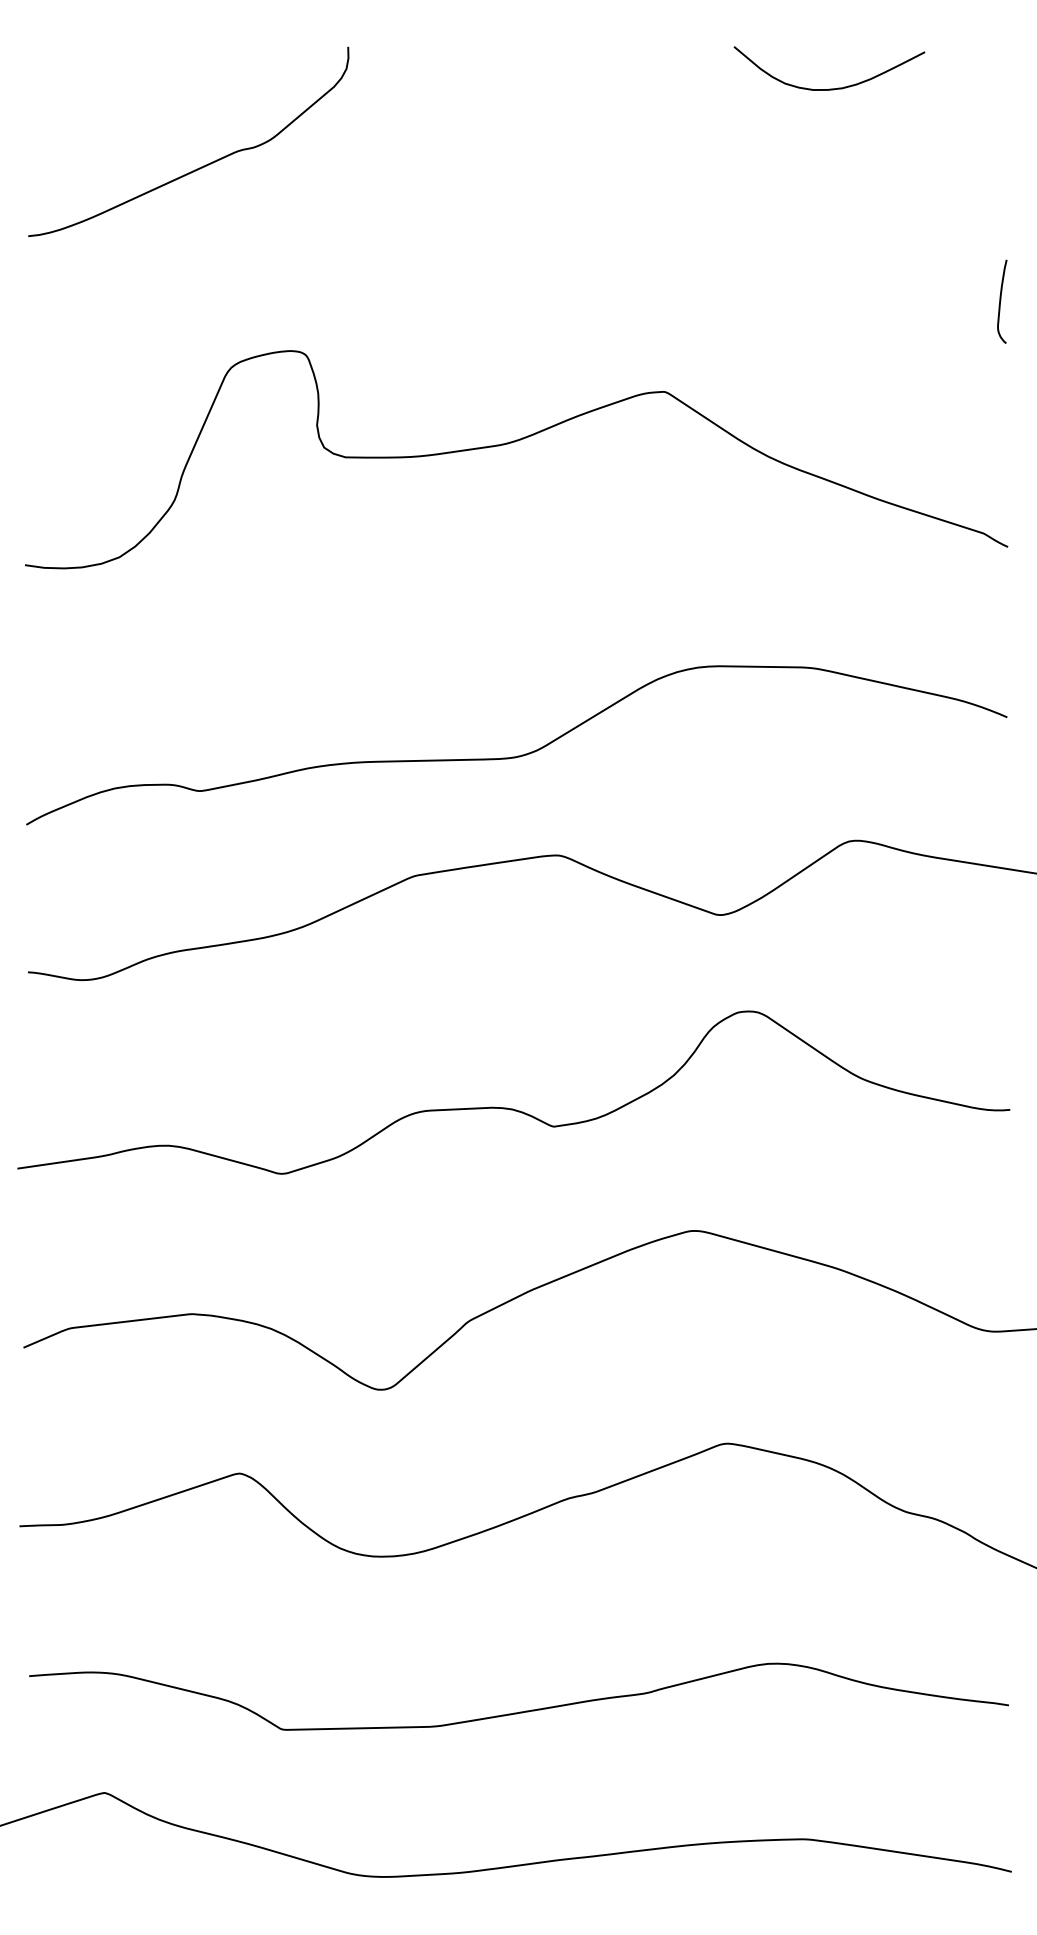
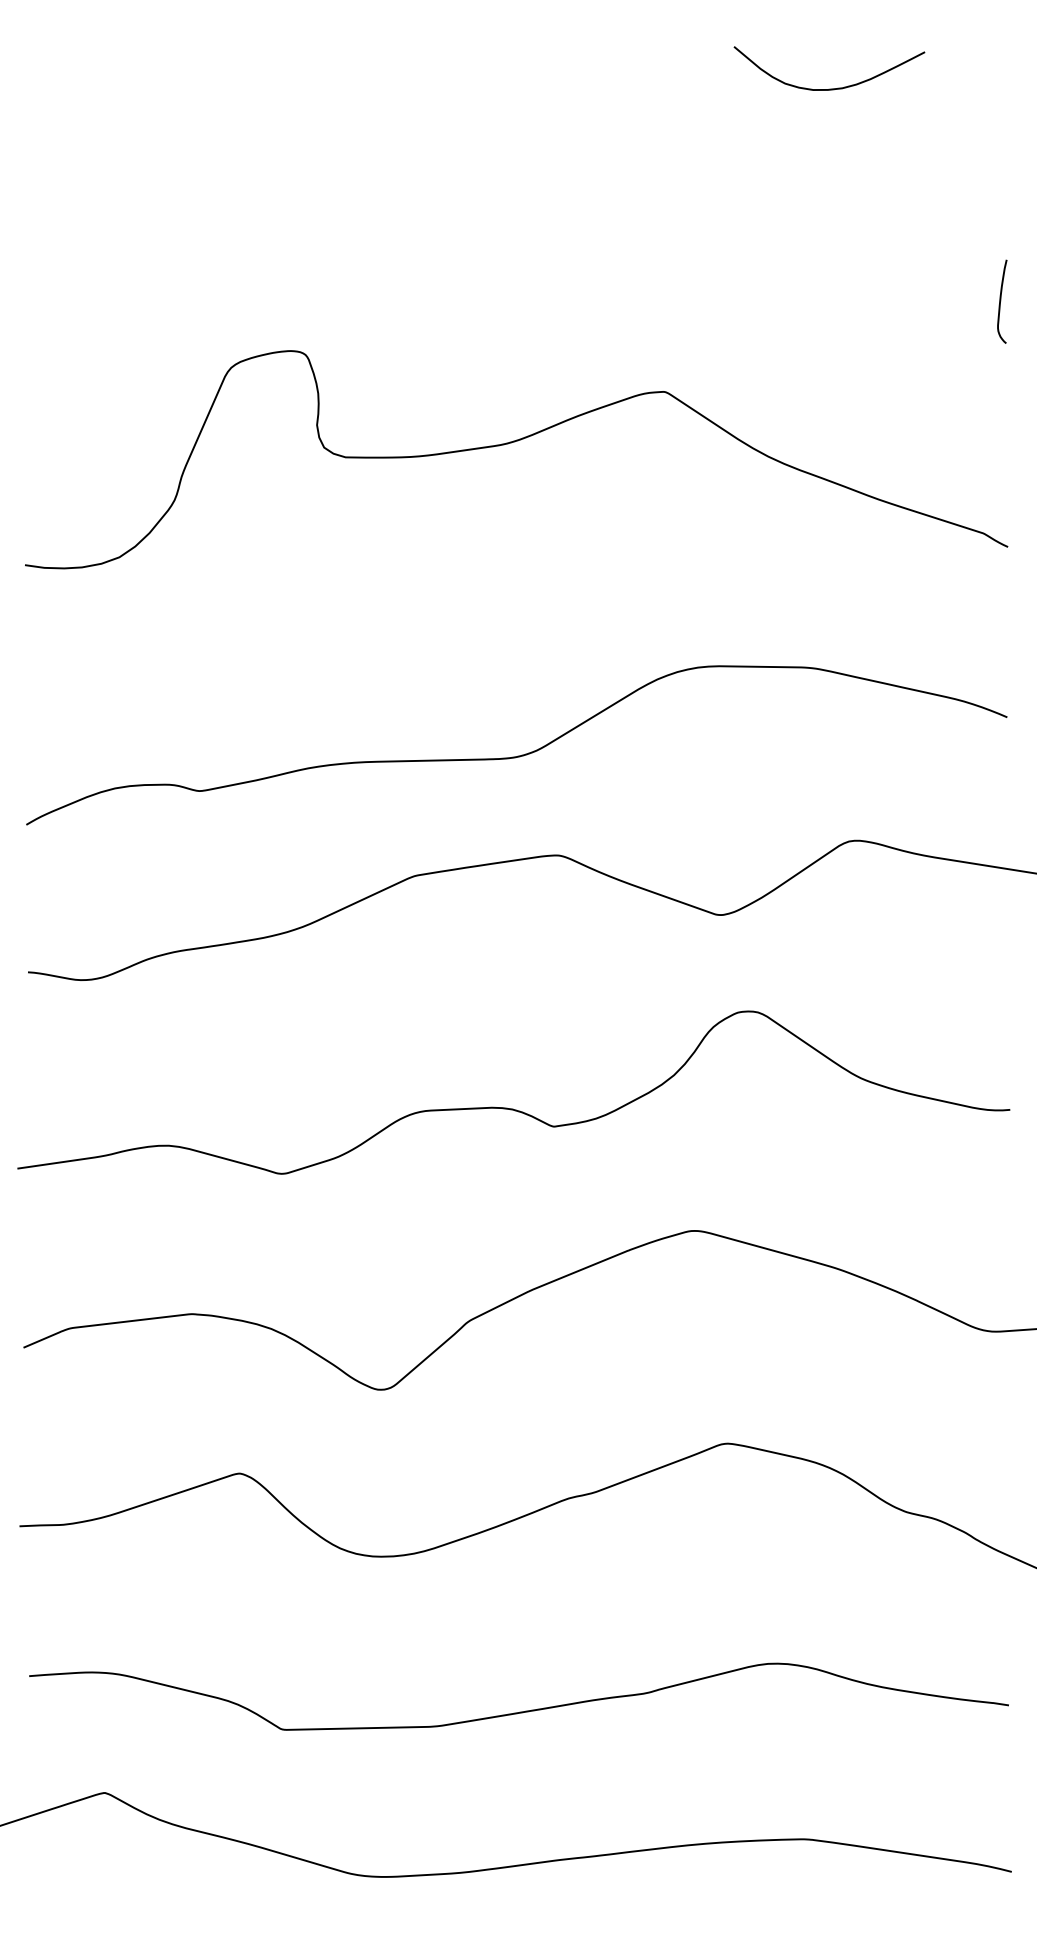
curve at (201, 166): present -> none
